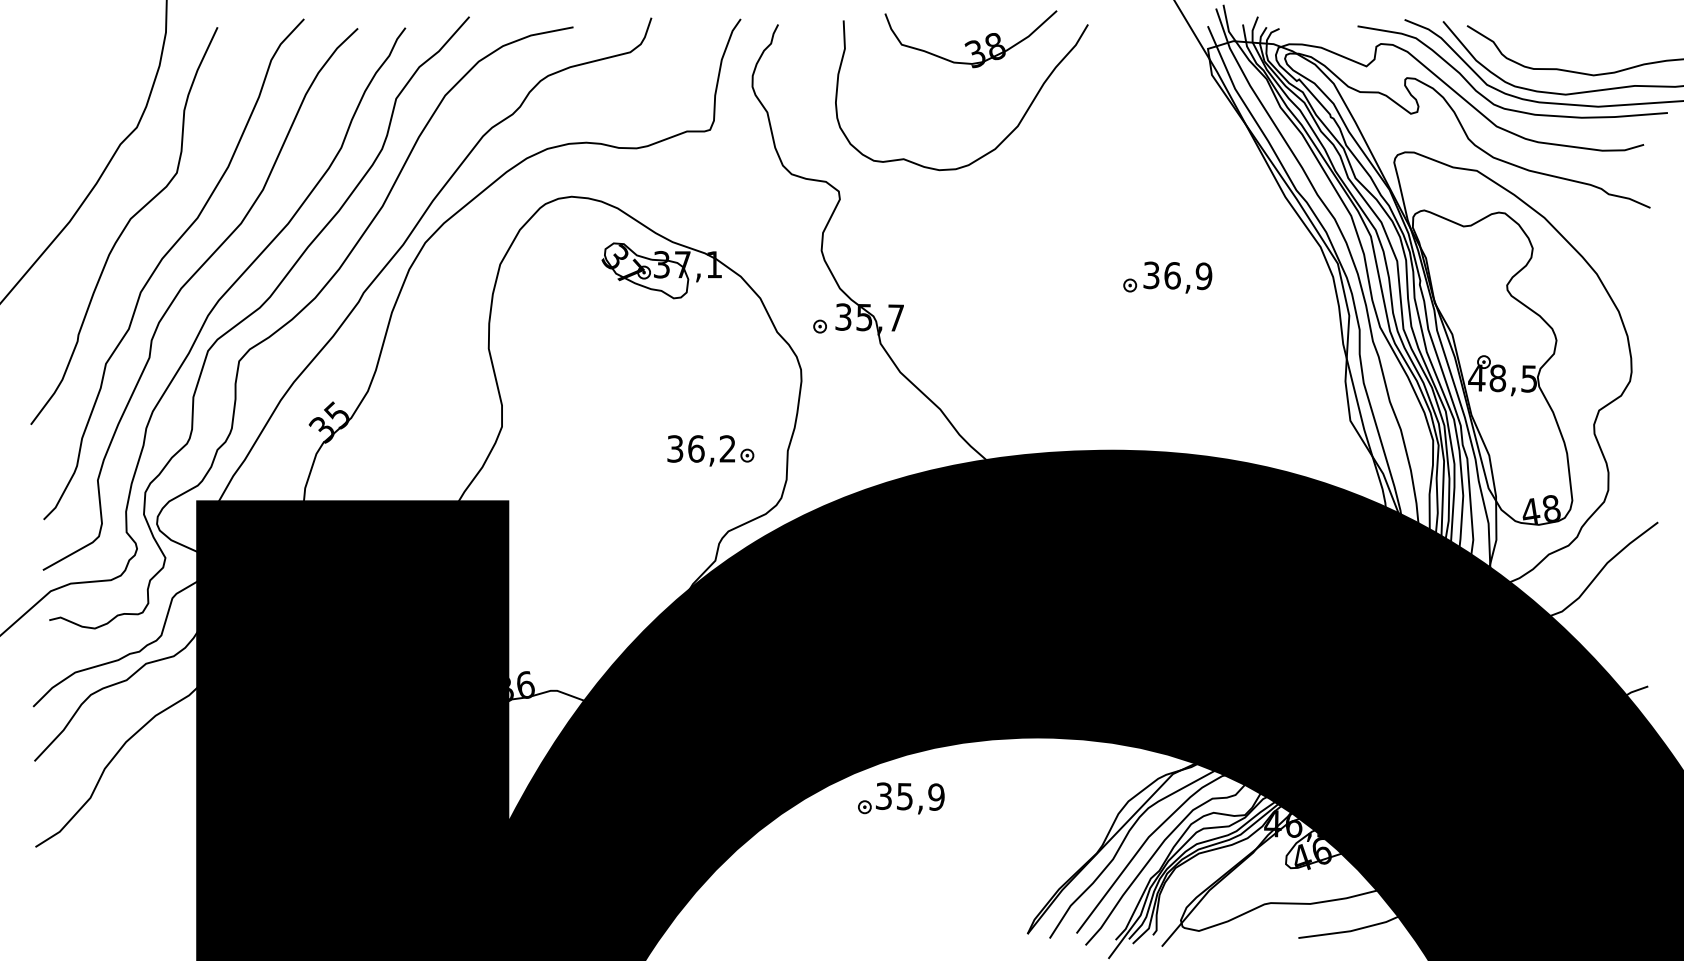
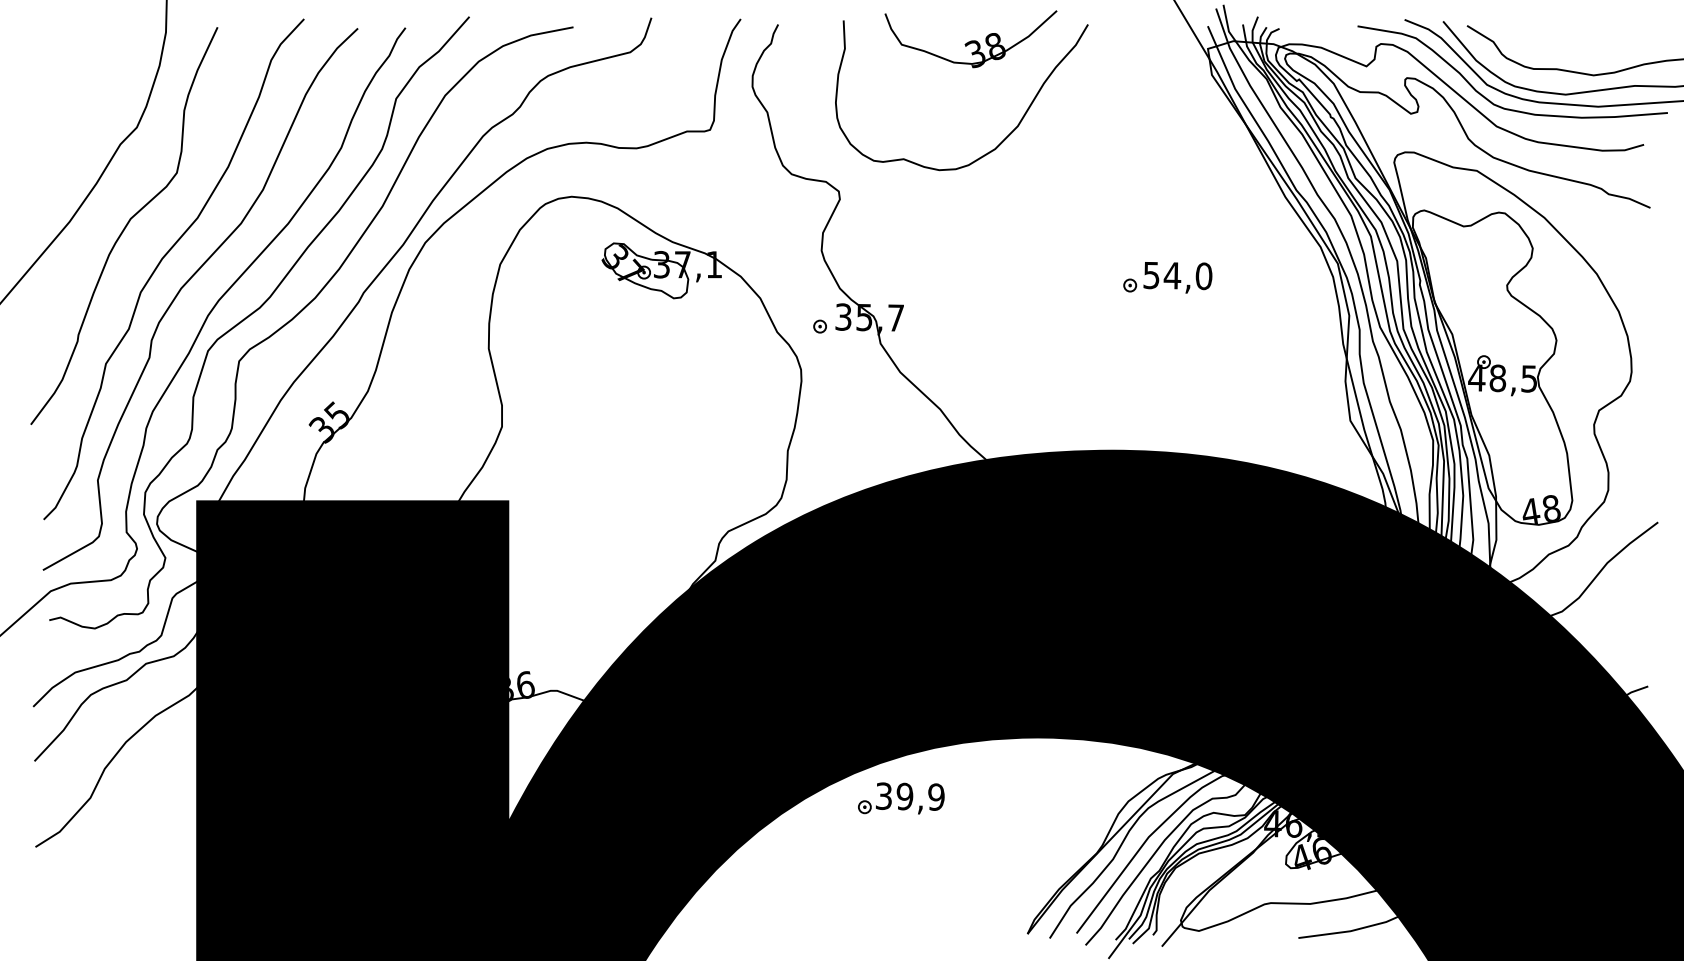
text at (1178, 275): 36,9 -> 54,0
part at (710, 450): present -> none
text at (904, 796): 35,9 -> 39,9
